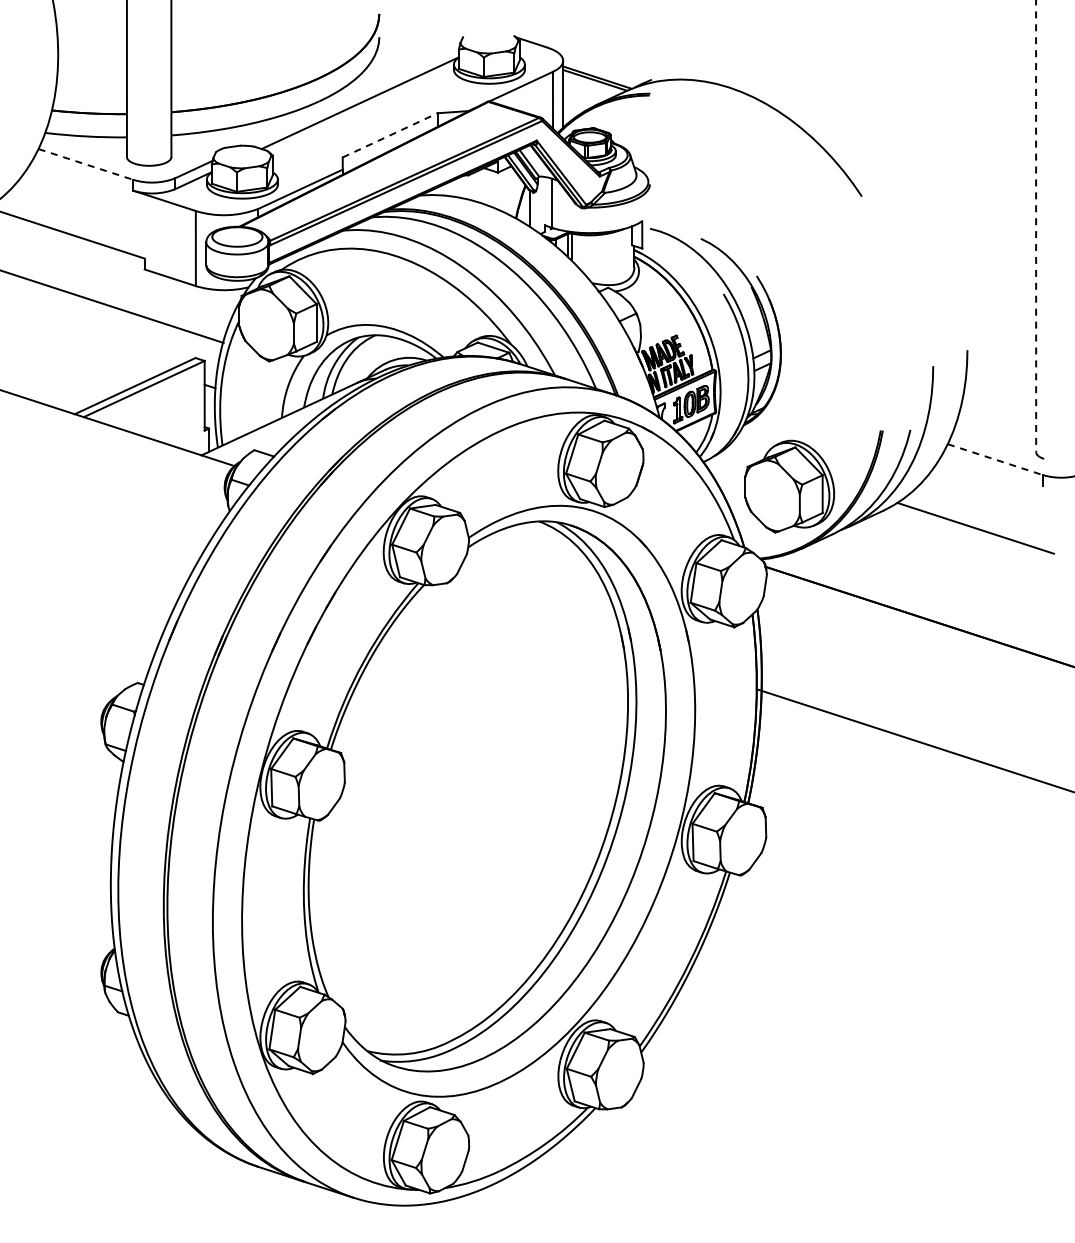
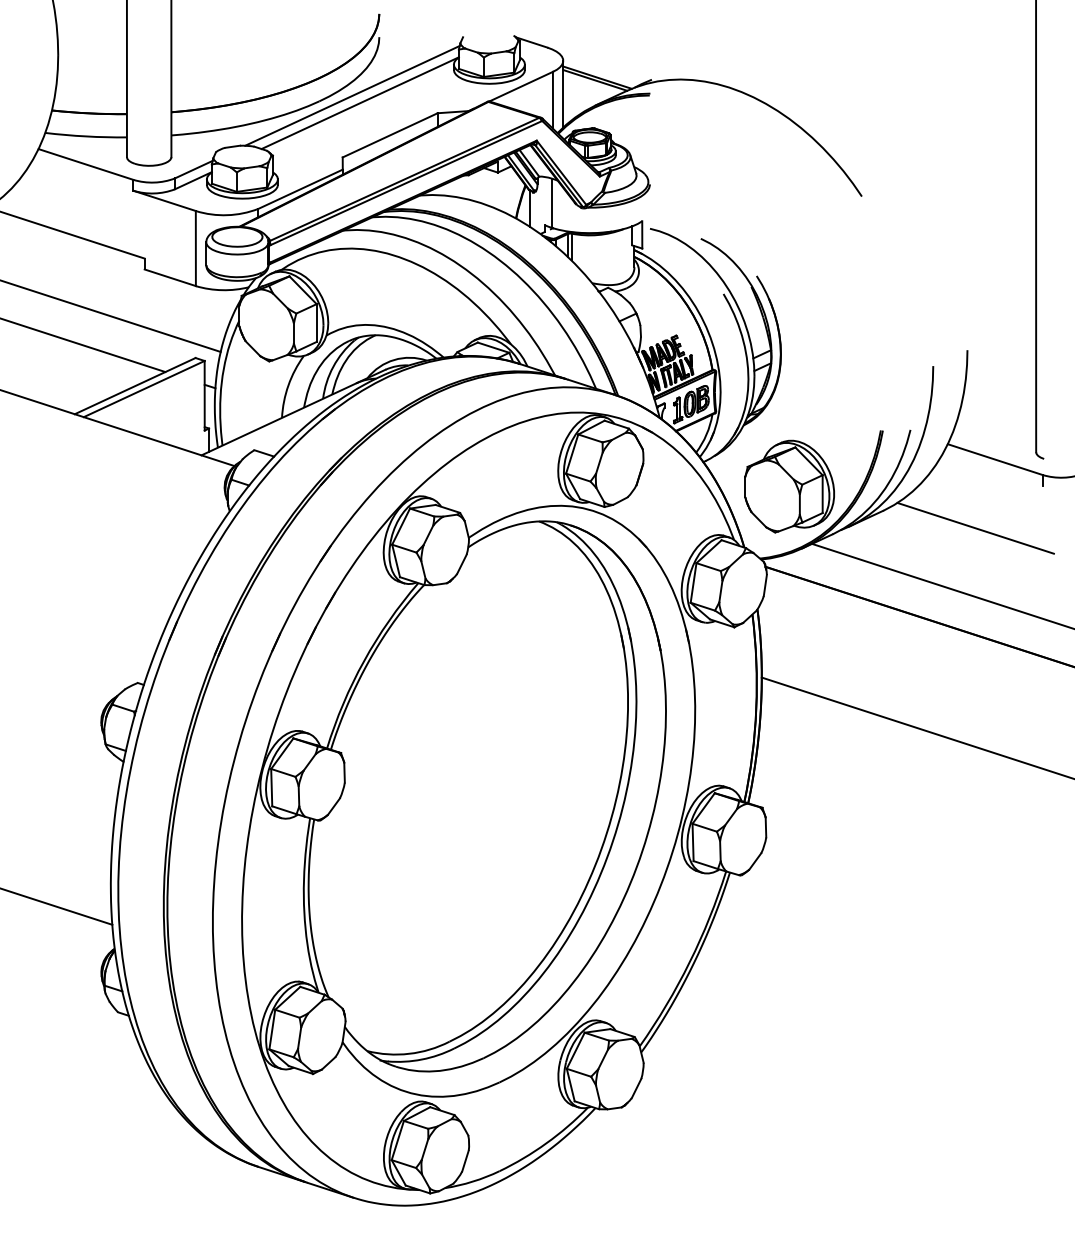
line at (352, 95): none -> present
line at (390, 135): dashed -> solid
line at (85, 164): dashed -> solid
line at (1036, 226): dashed -> solid
line at (112, 306) position: (112, 306) -> (111, 316)
line at (83, 345): none -> present
line at (995, 459): dashed -> solid
line at (941, 585): none -> present
line at (914, 740) position: (914, 740) -> (916, 727)
line at (57, 906): none -> present
